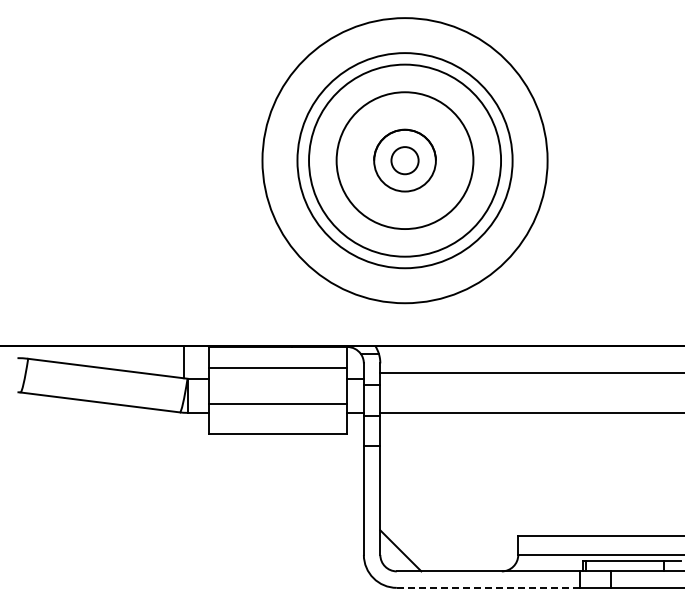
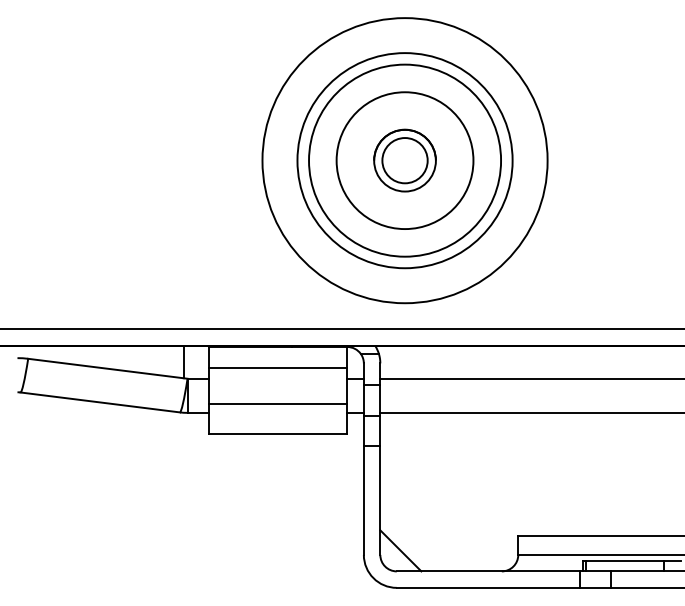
circle at (404, 160) diameter: 27 px -> 45 px
line at (341, 329): none -> present
line at (530, 372) position: (530, 372) -> (530, 378)
line at (488, 587): dashed -> solid
